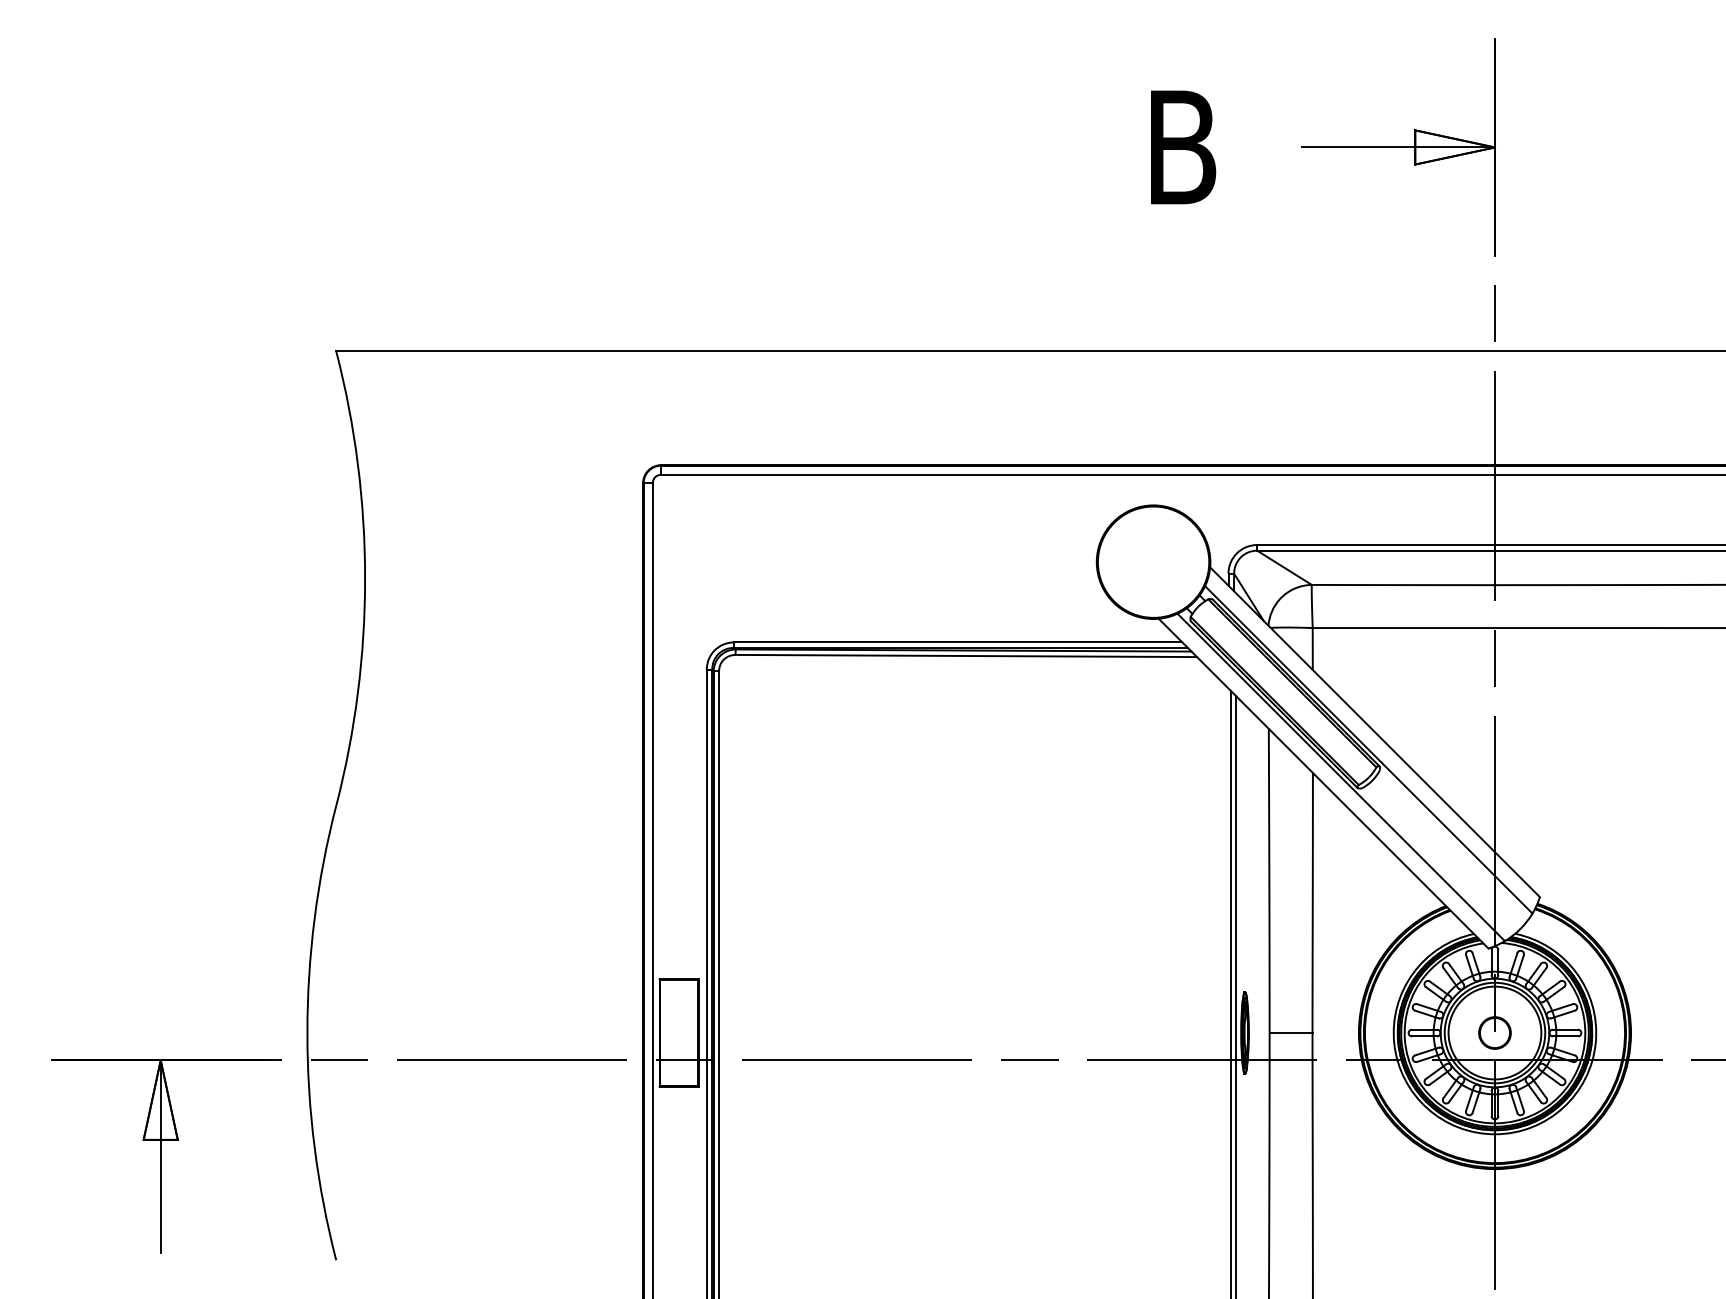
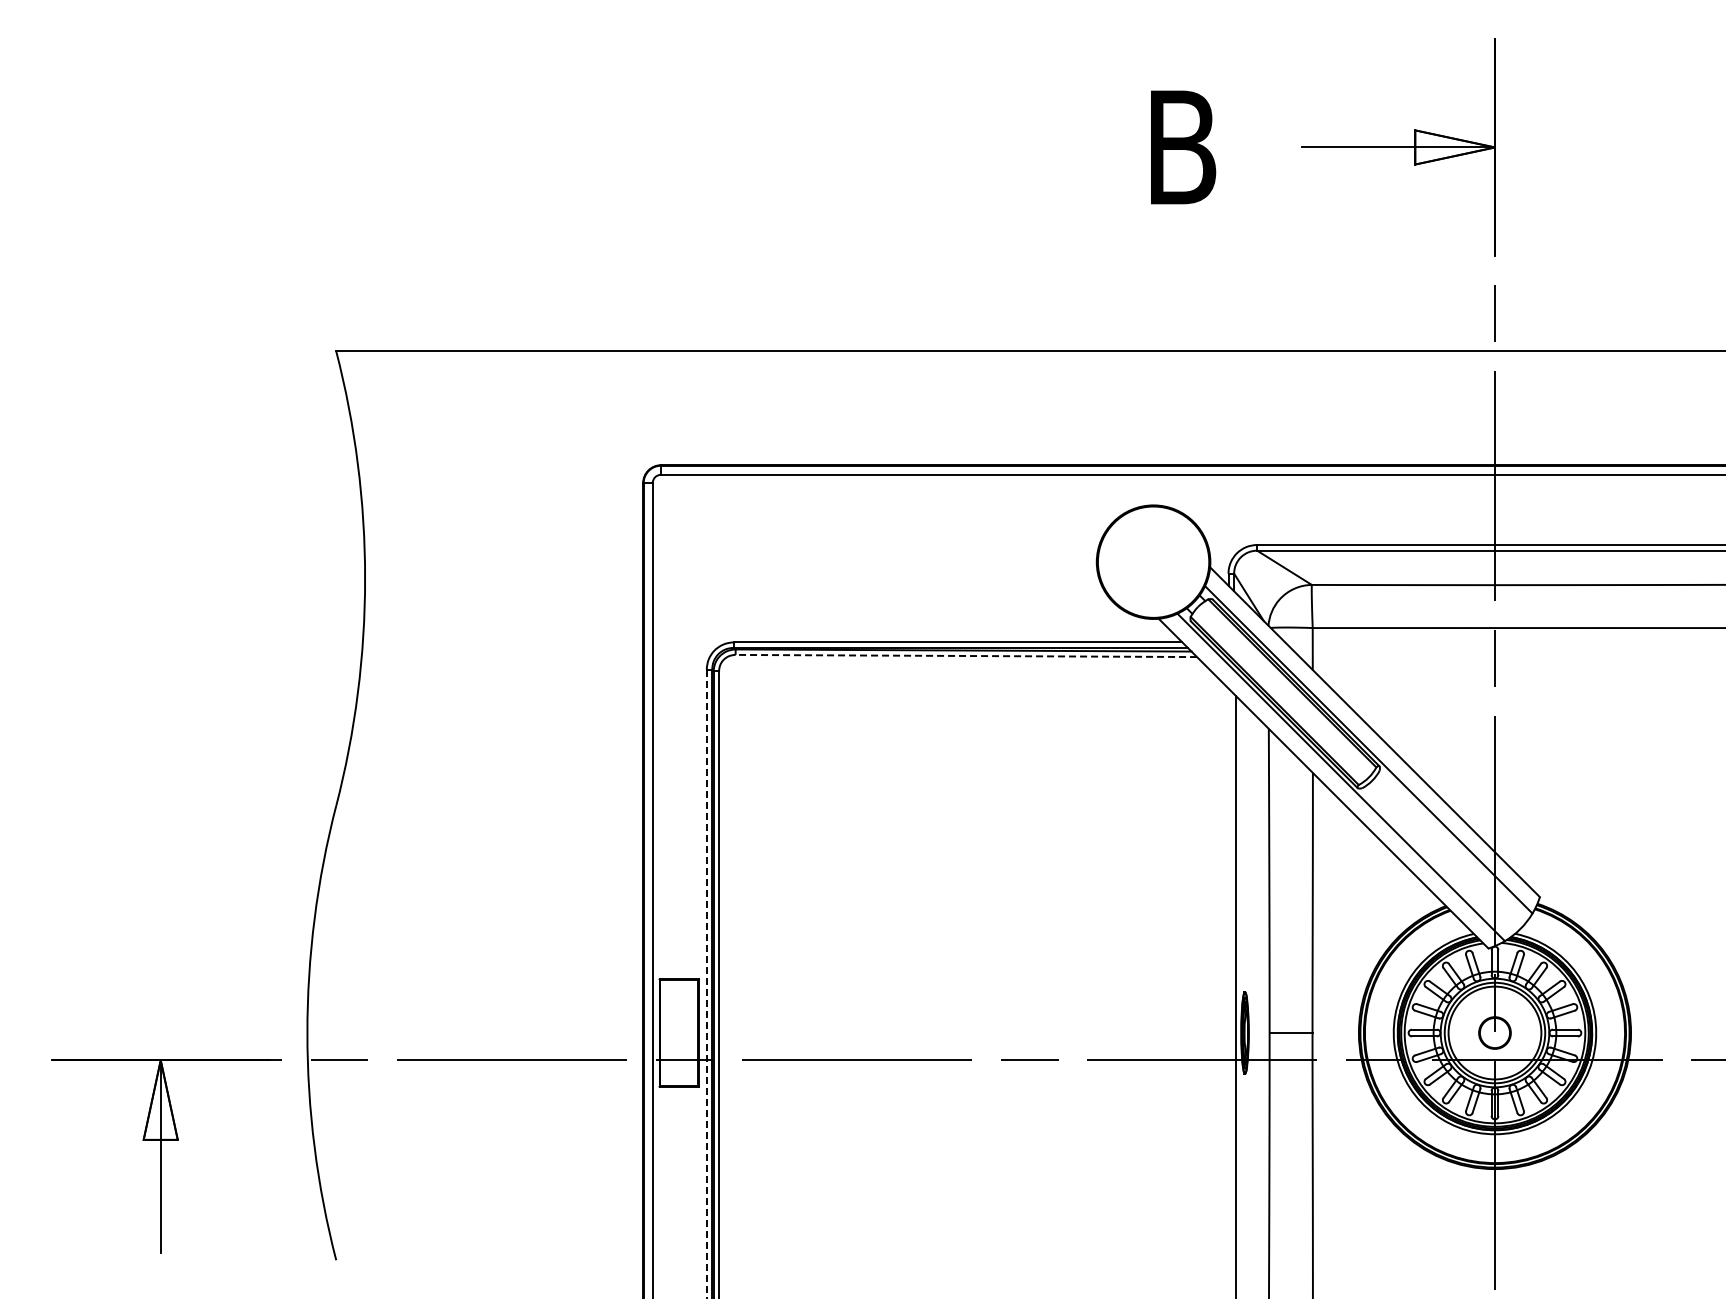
line at (966, 656): solid -> dashed
line at (706, 984): solid -> dashed
line at (1230, 992): present -> none
